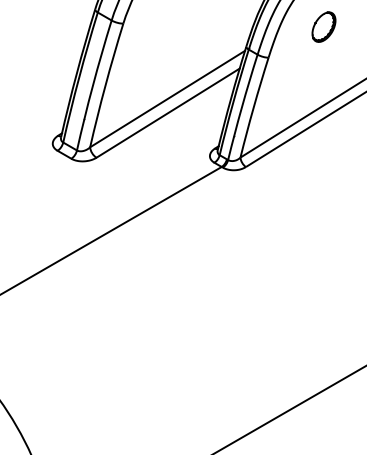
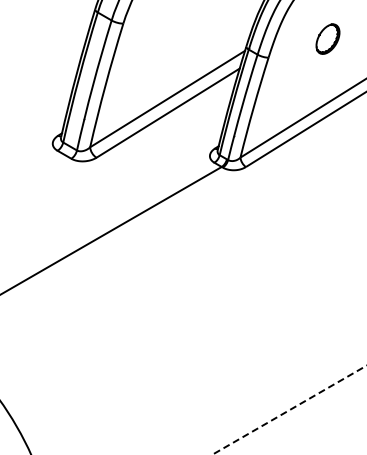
part at (323, 26) position: (323, 26) -> (327, 38)
line at (289, 410): solid -> dashed
